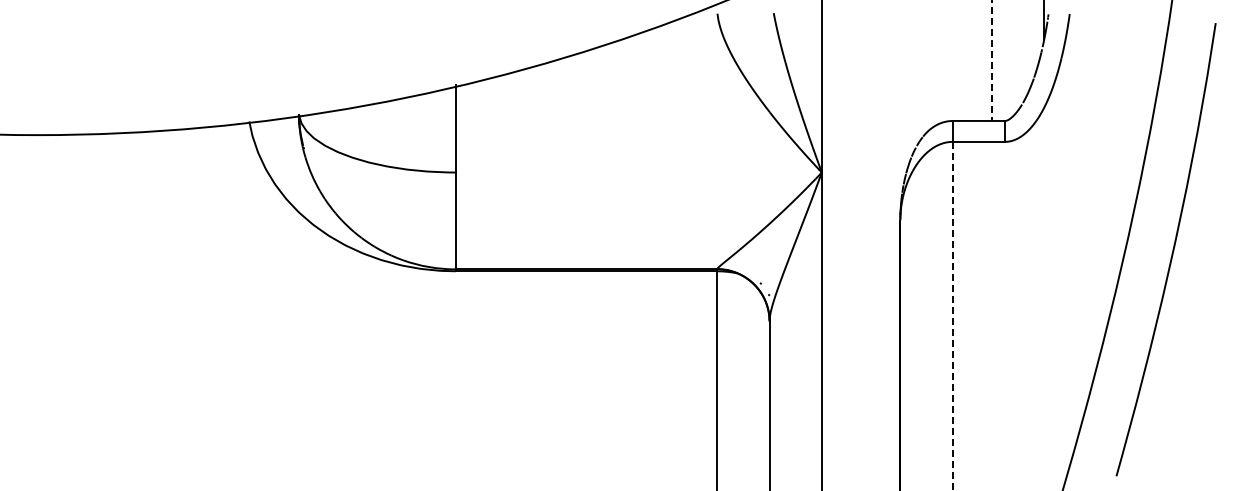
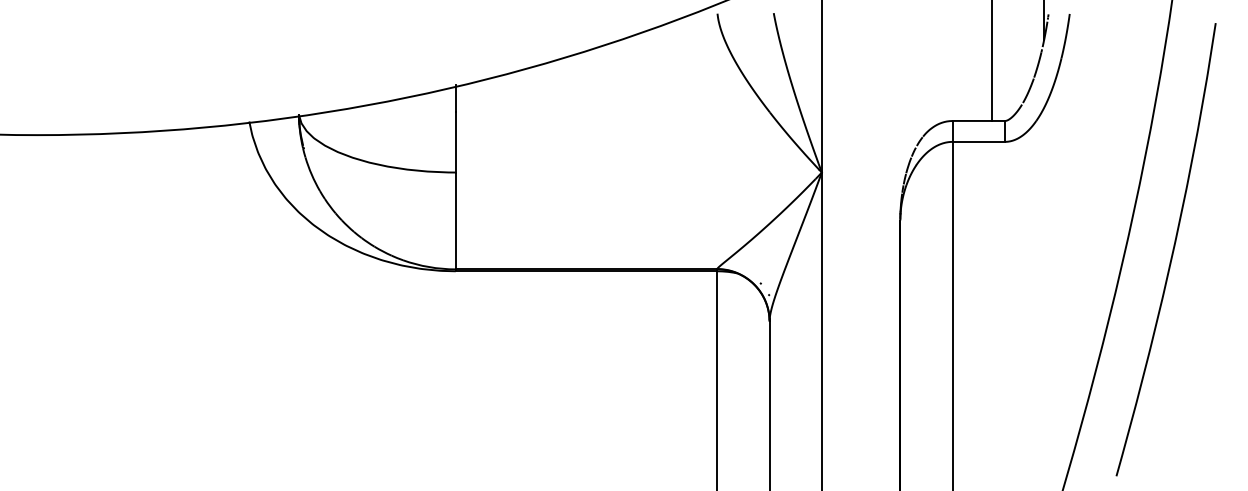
line at (991, 61): dashed -> solid
line at (952, 316): dashed -> solid
